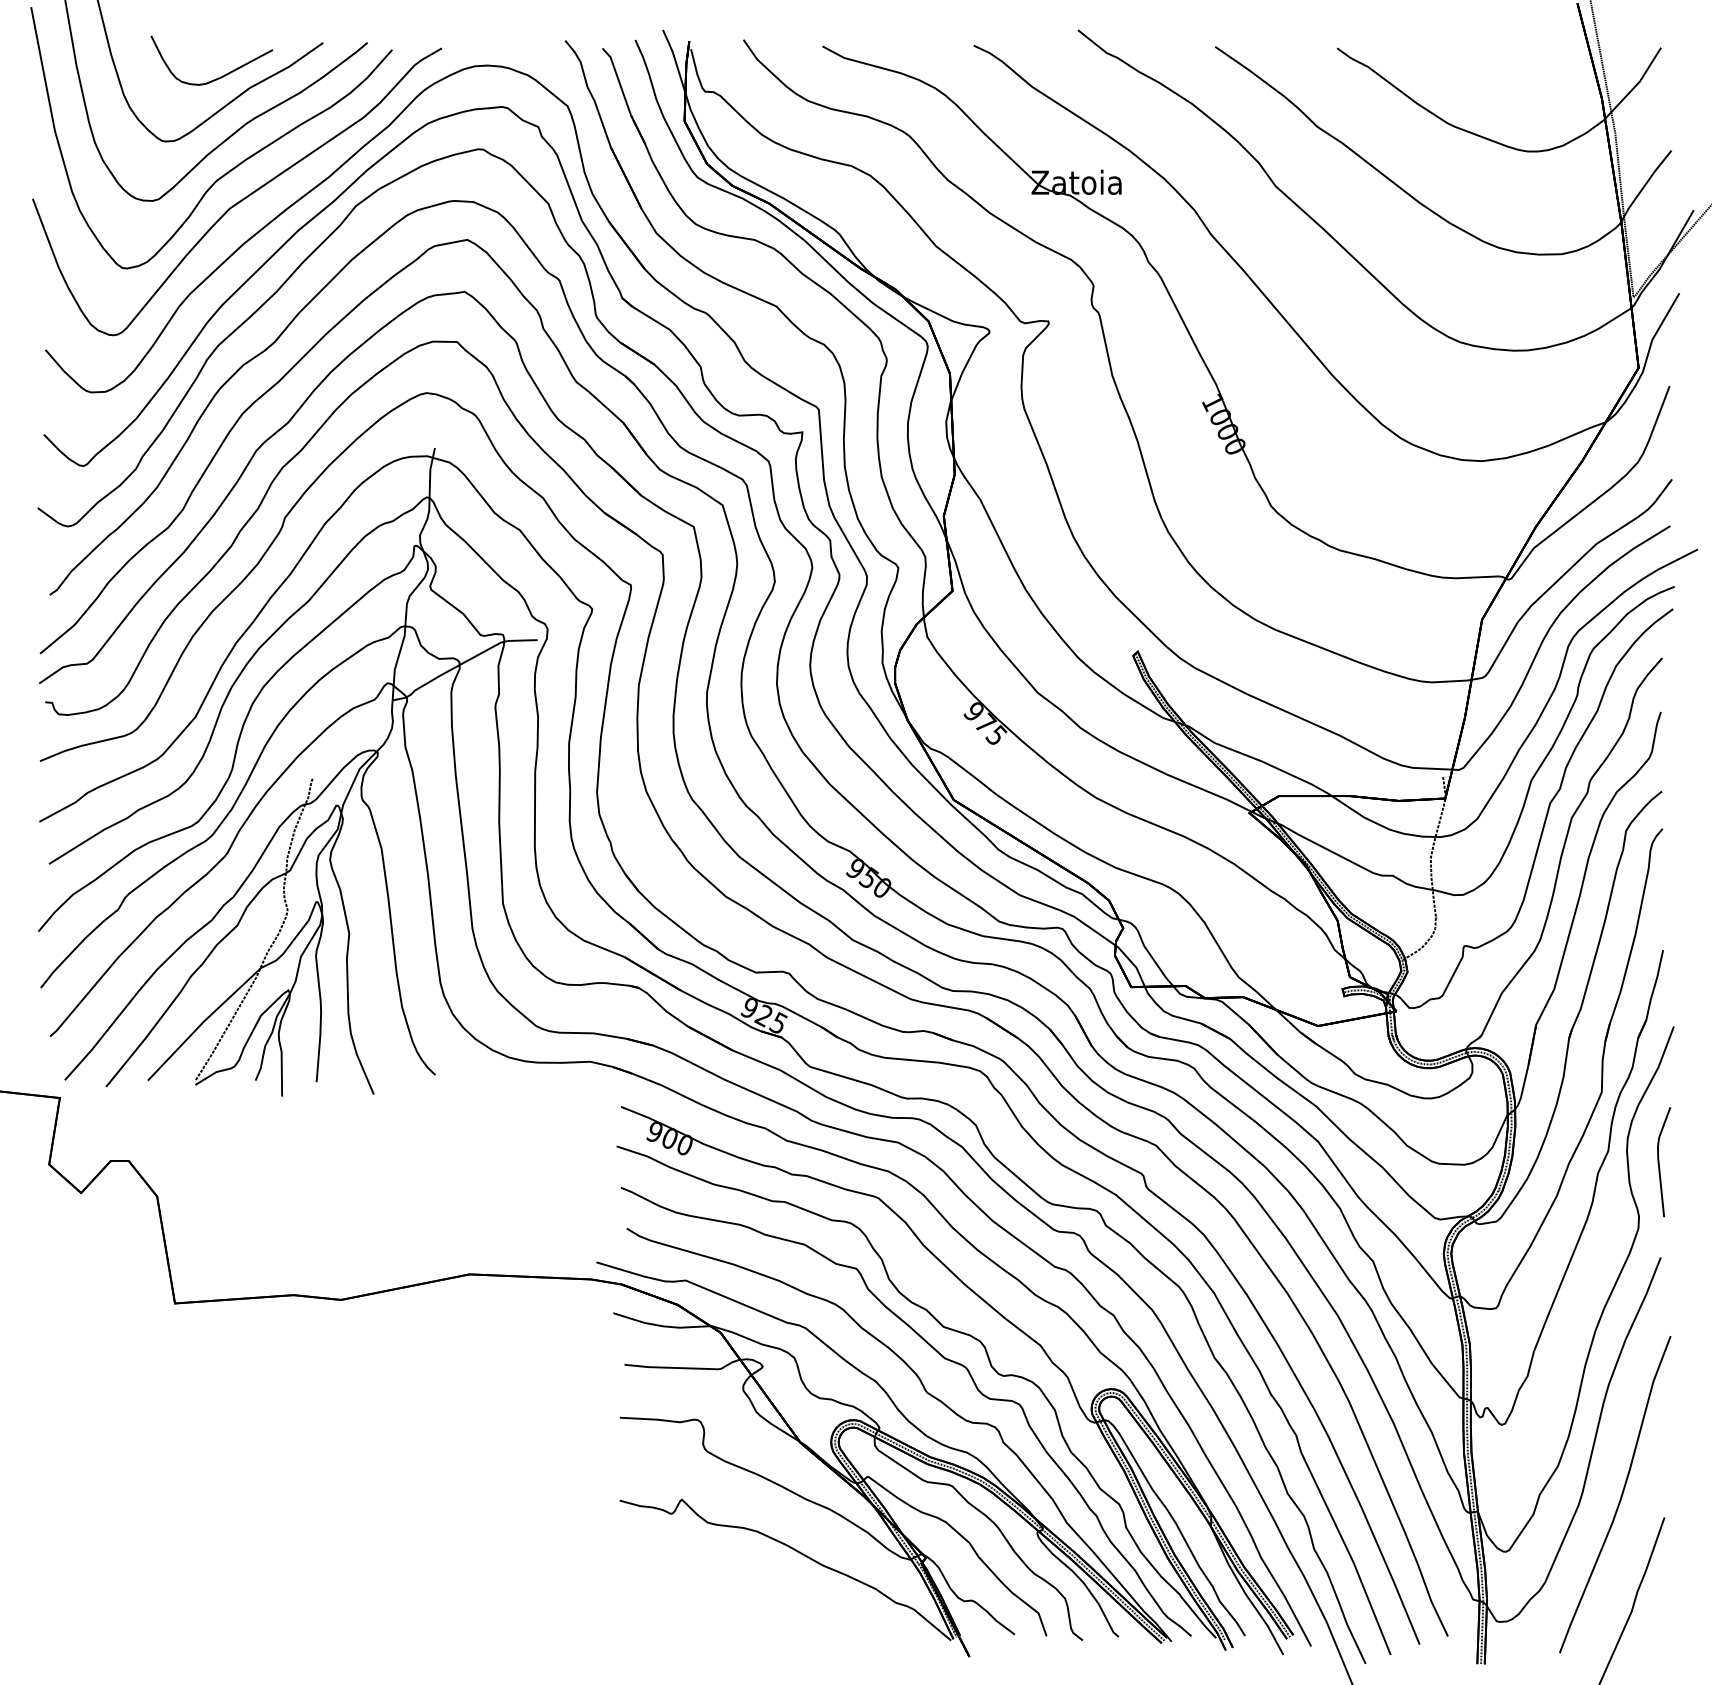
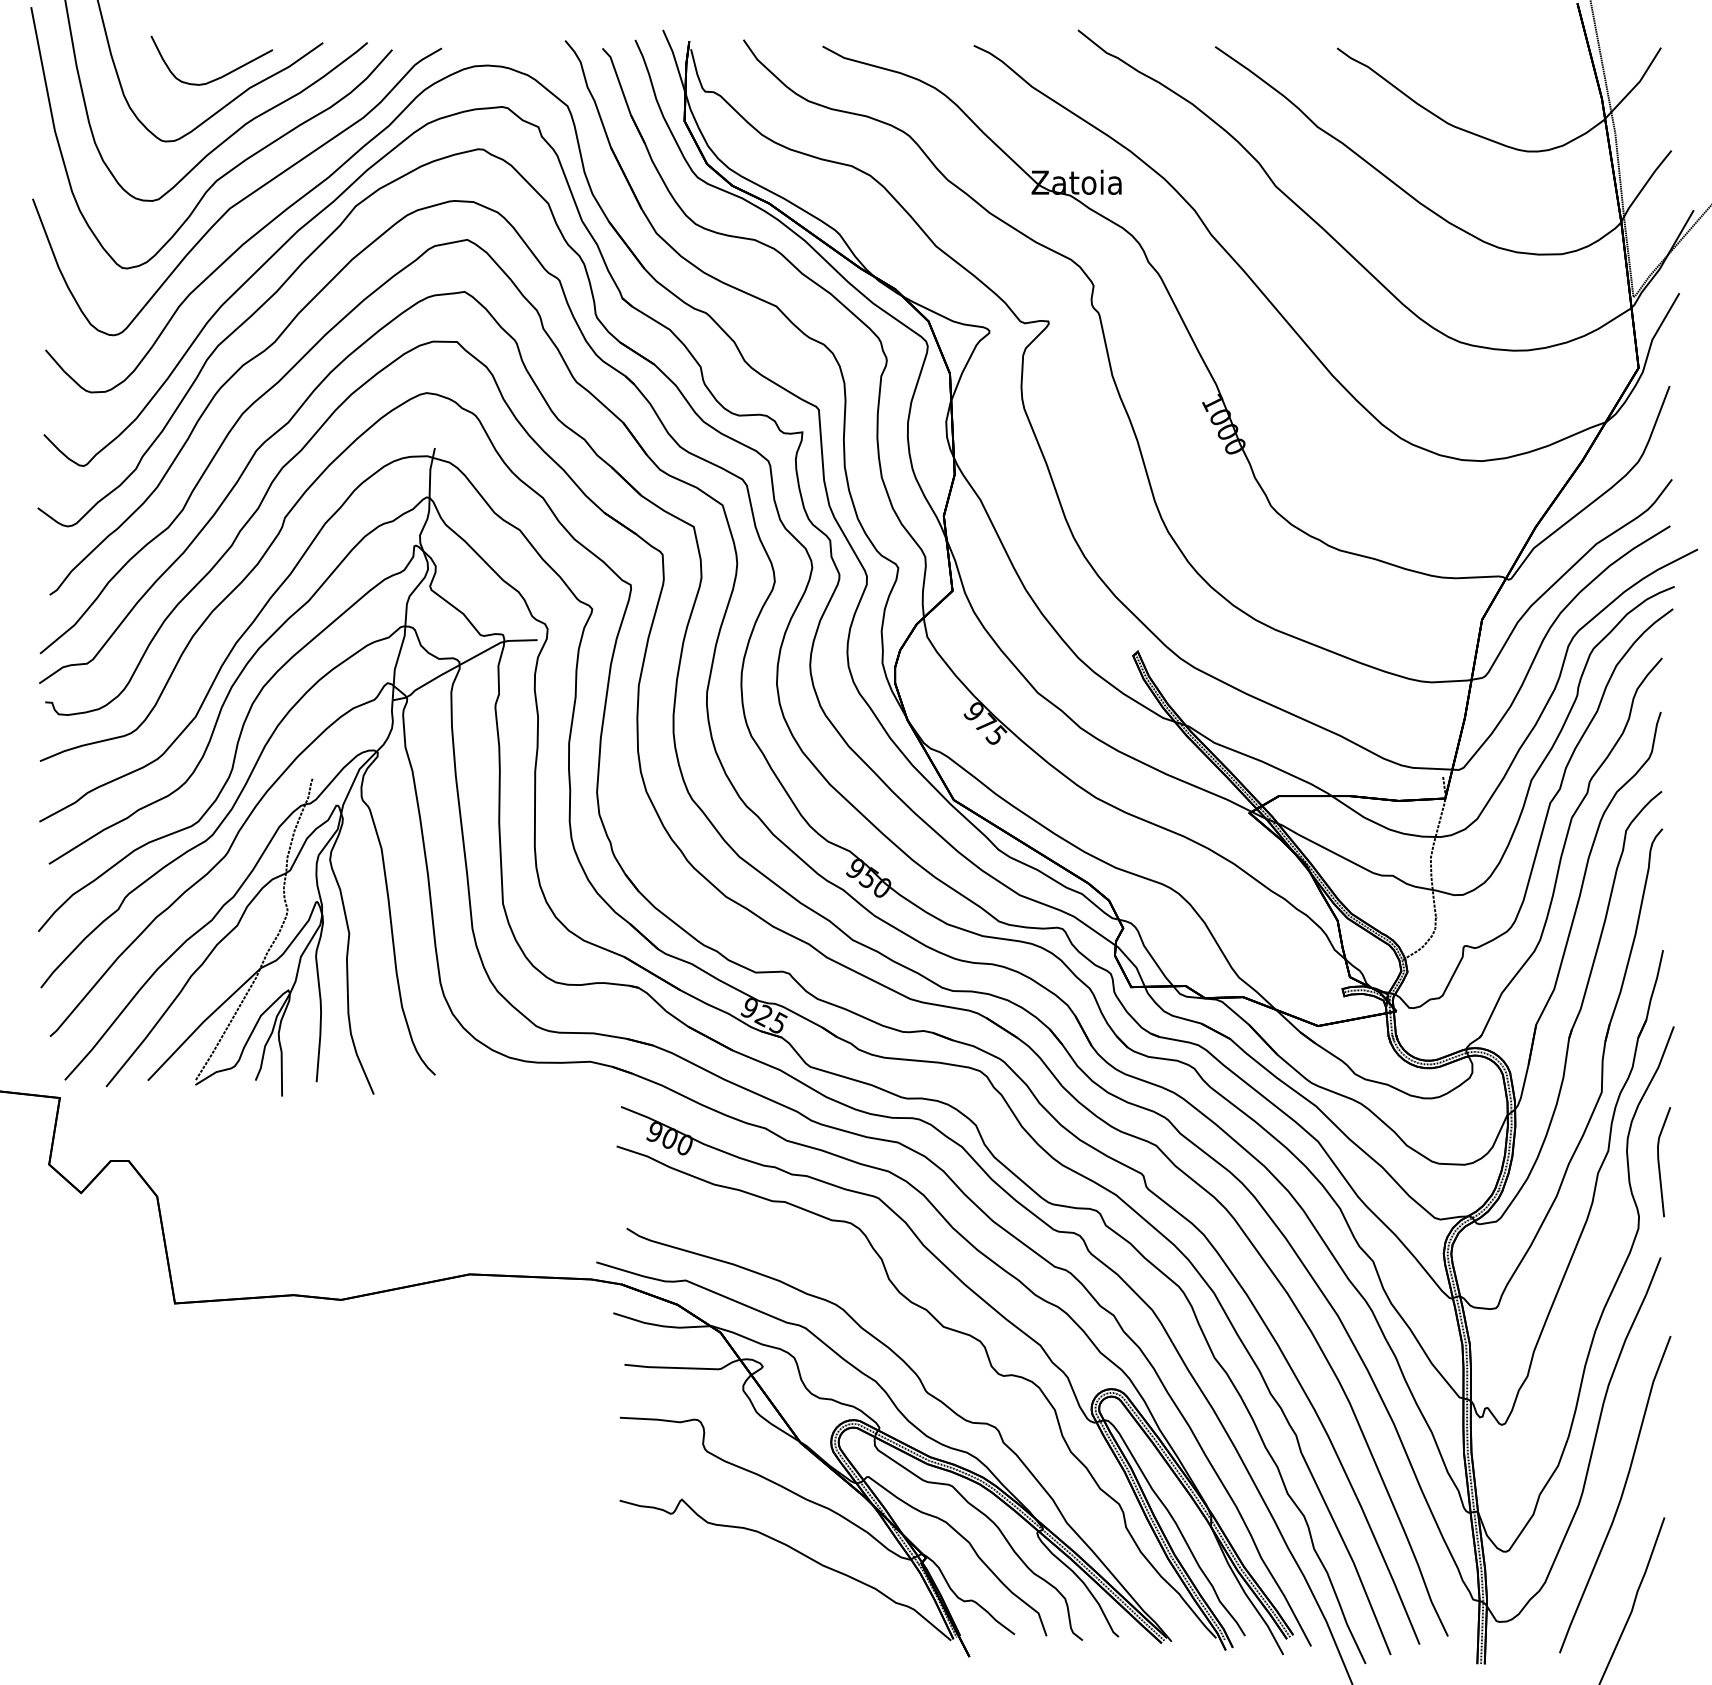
part at (944, 1359): present -> none
